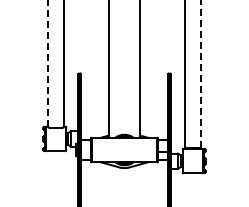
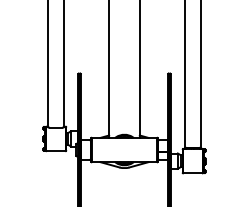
line at (48, 63): dashed -> solid
line at (200, 74): dashed -> solid
